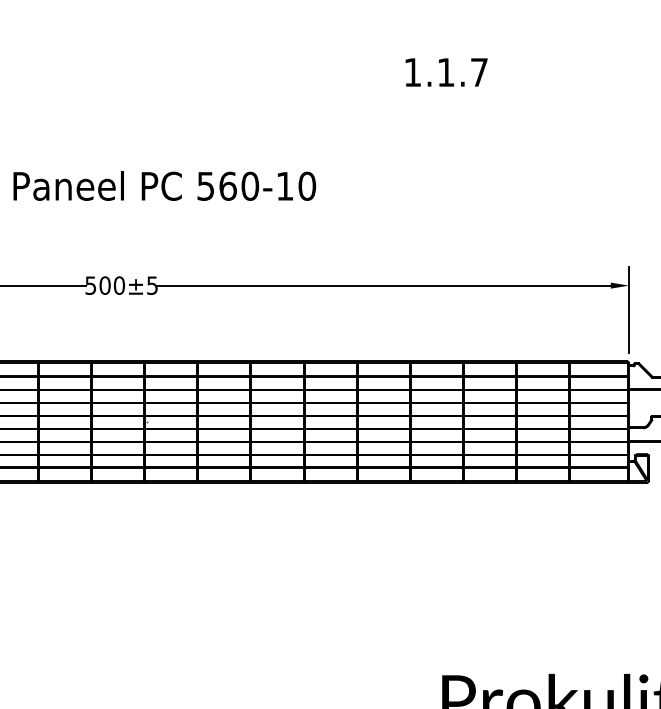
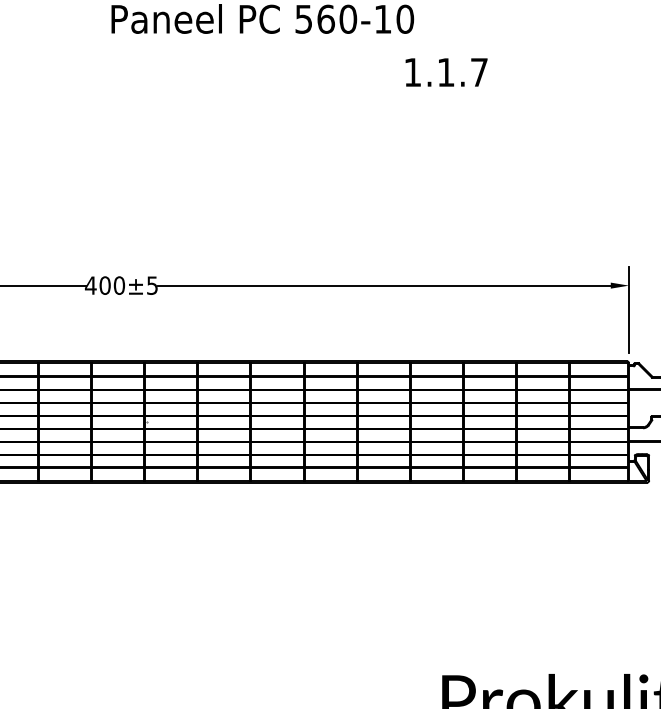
text at (164, 185) position: (164, 185) -> (262, 18)
text at (90, 285): 500±5 -> 400±5
